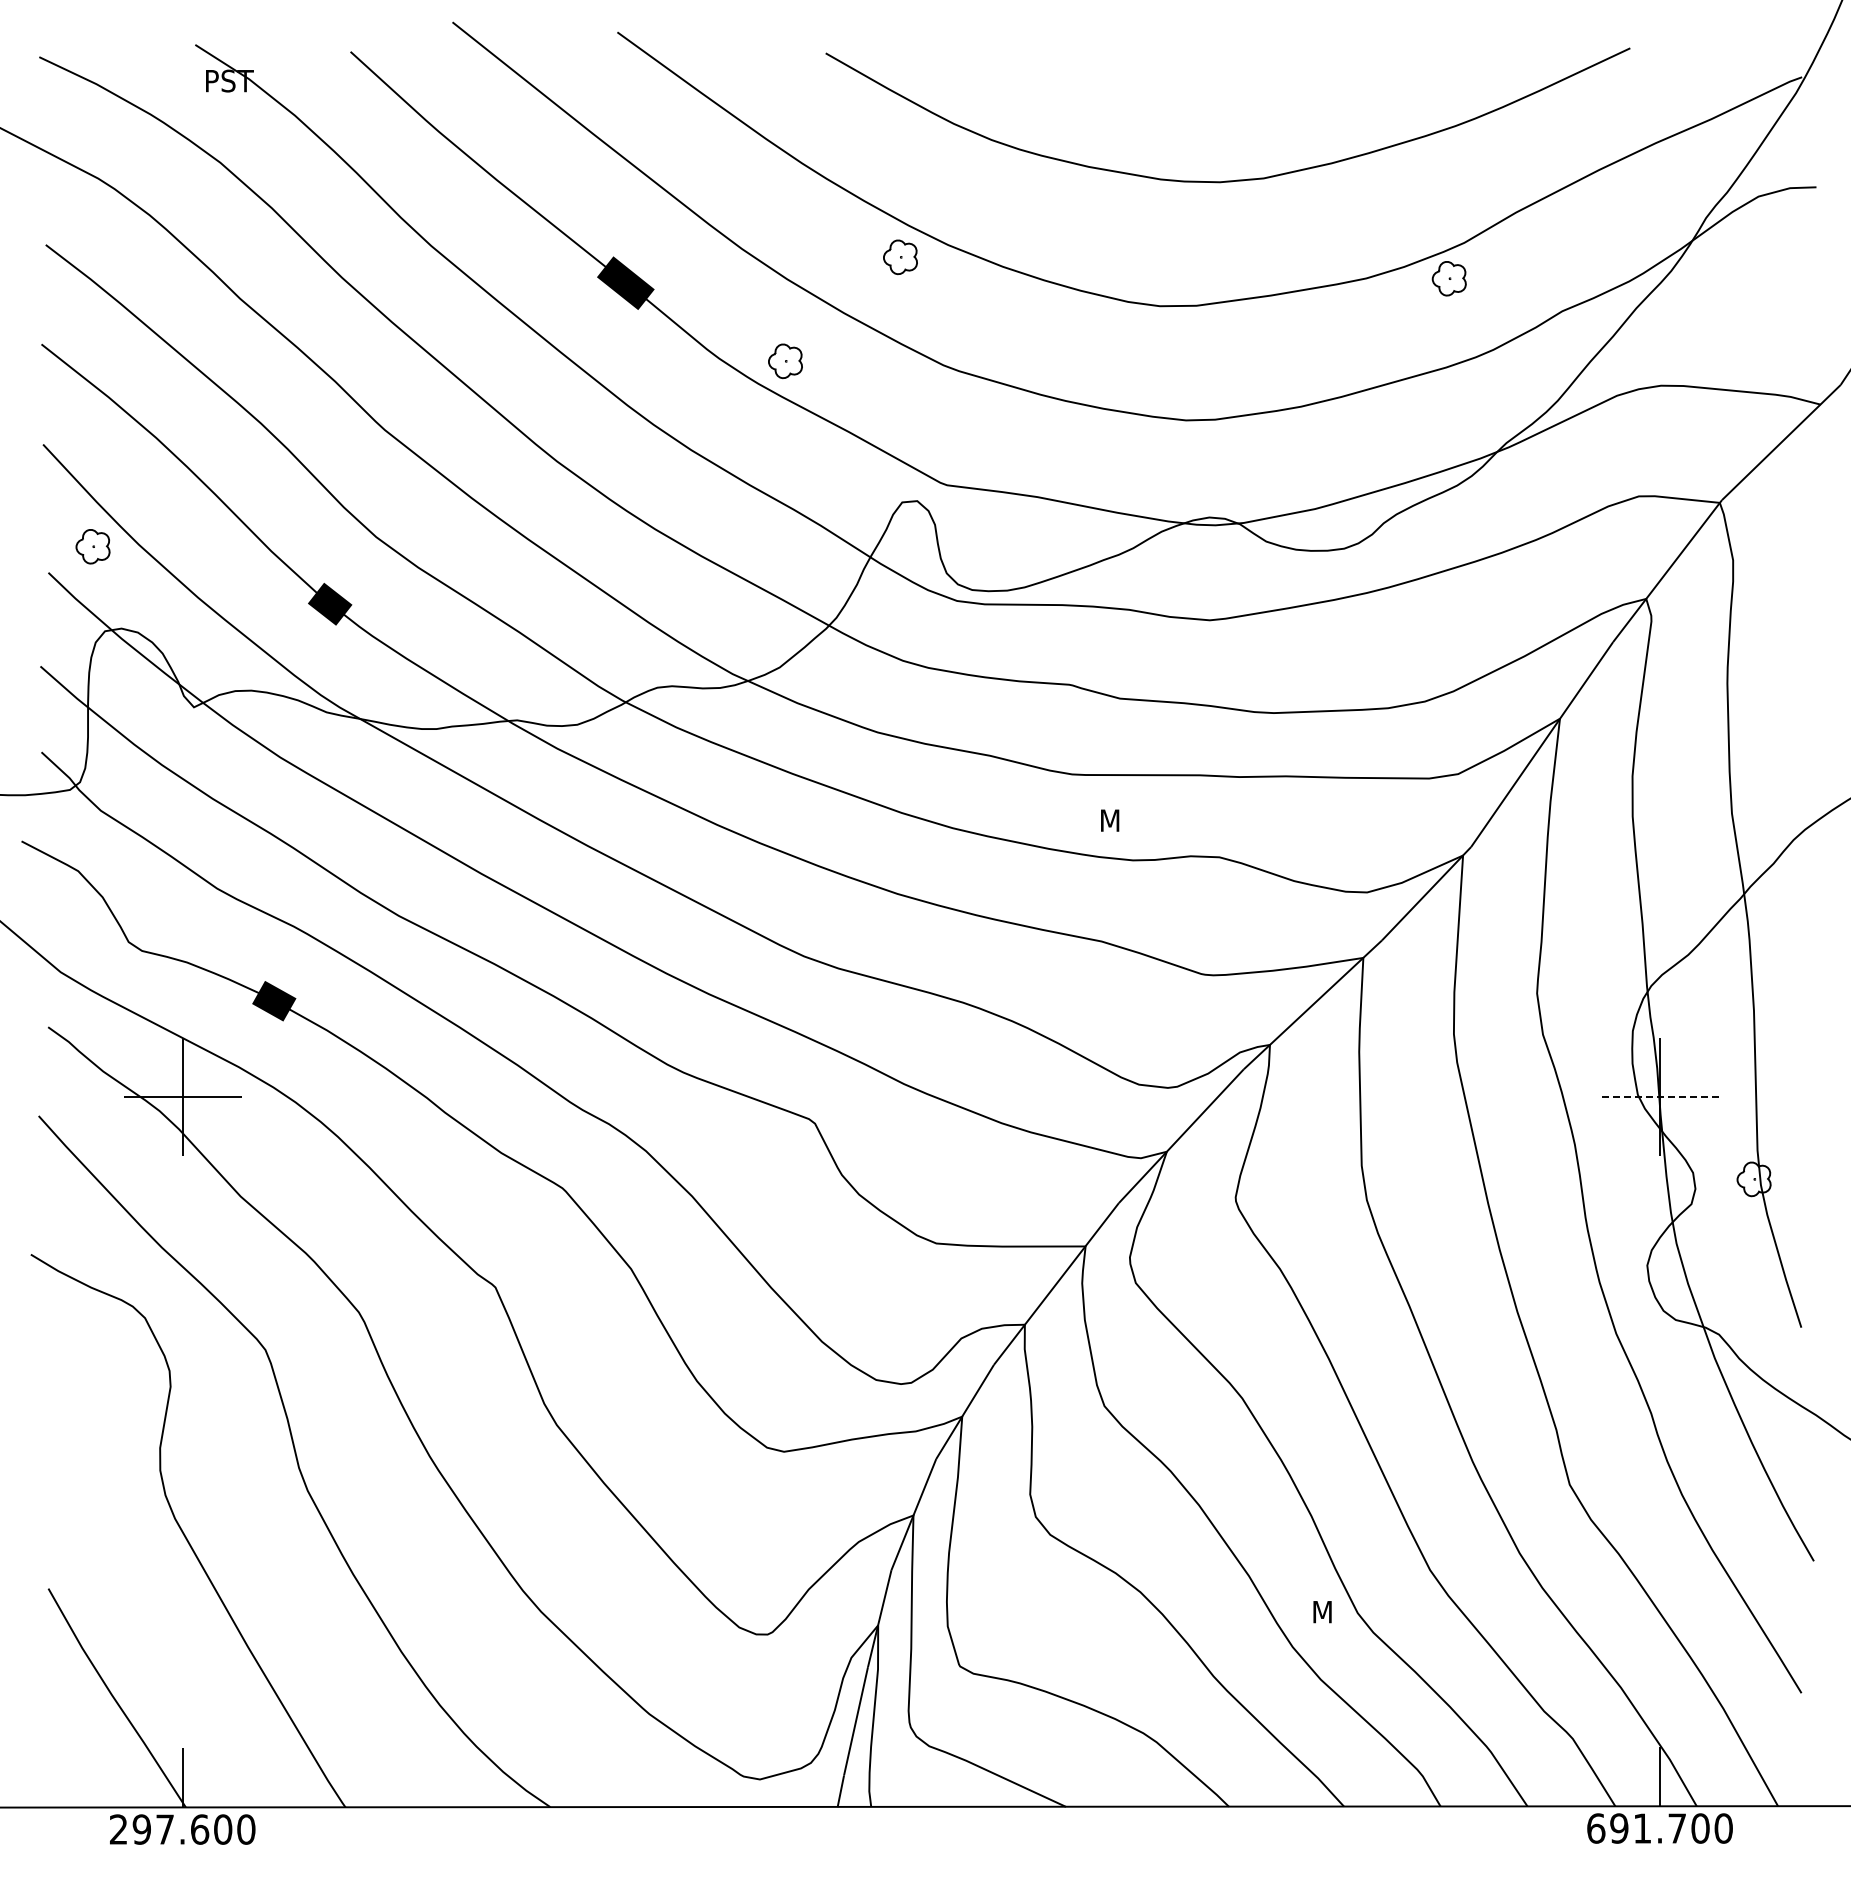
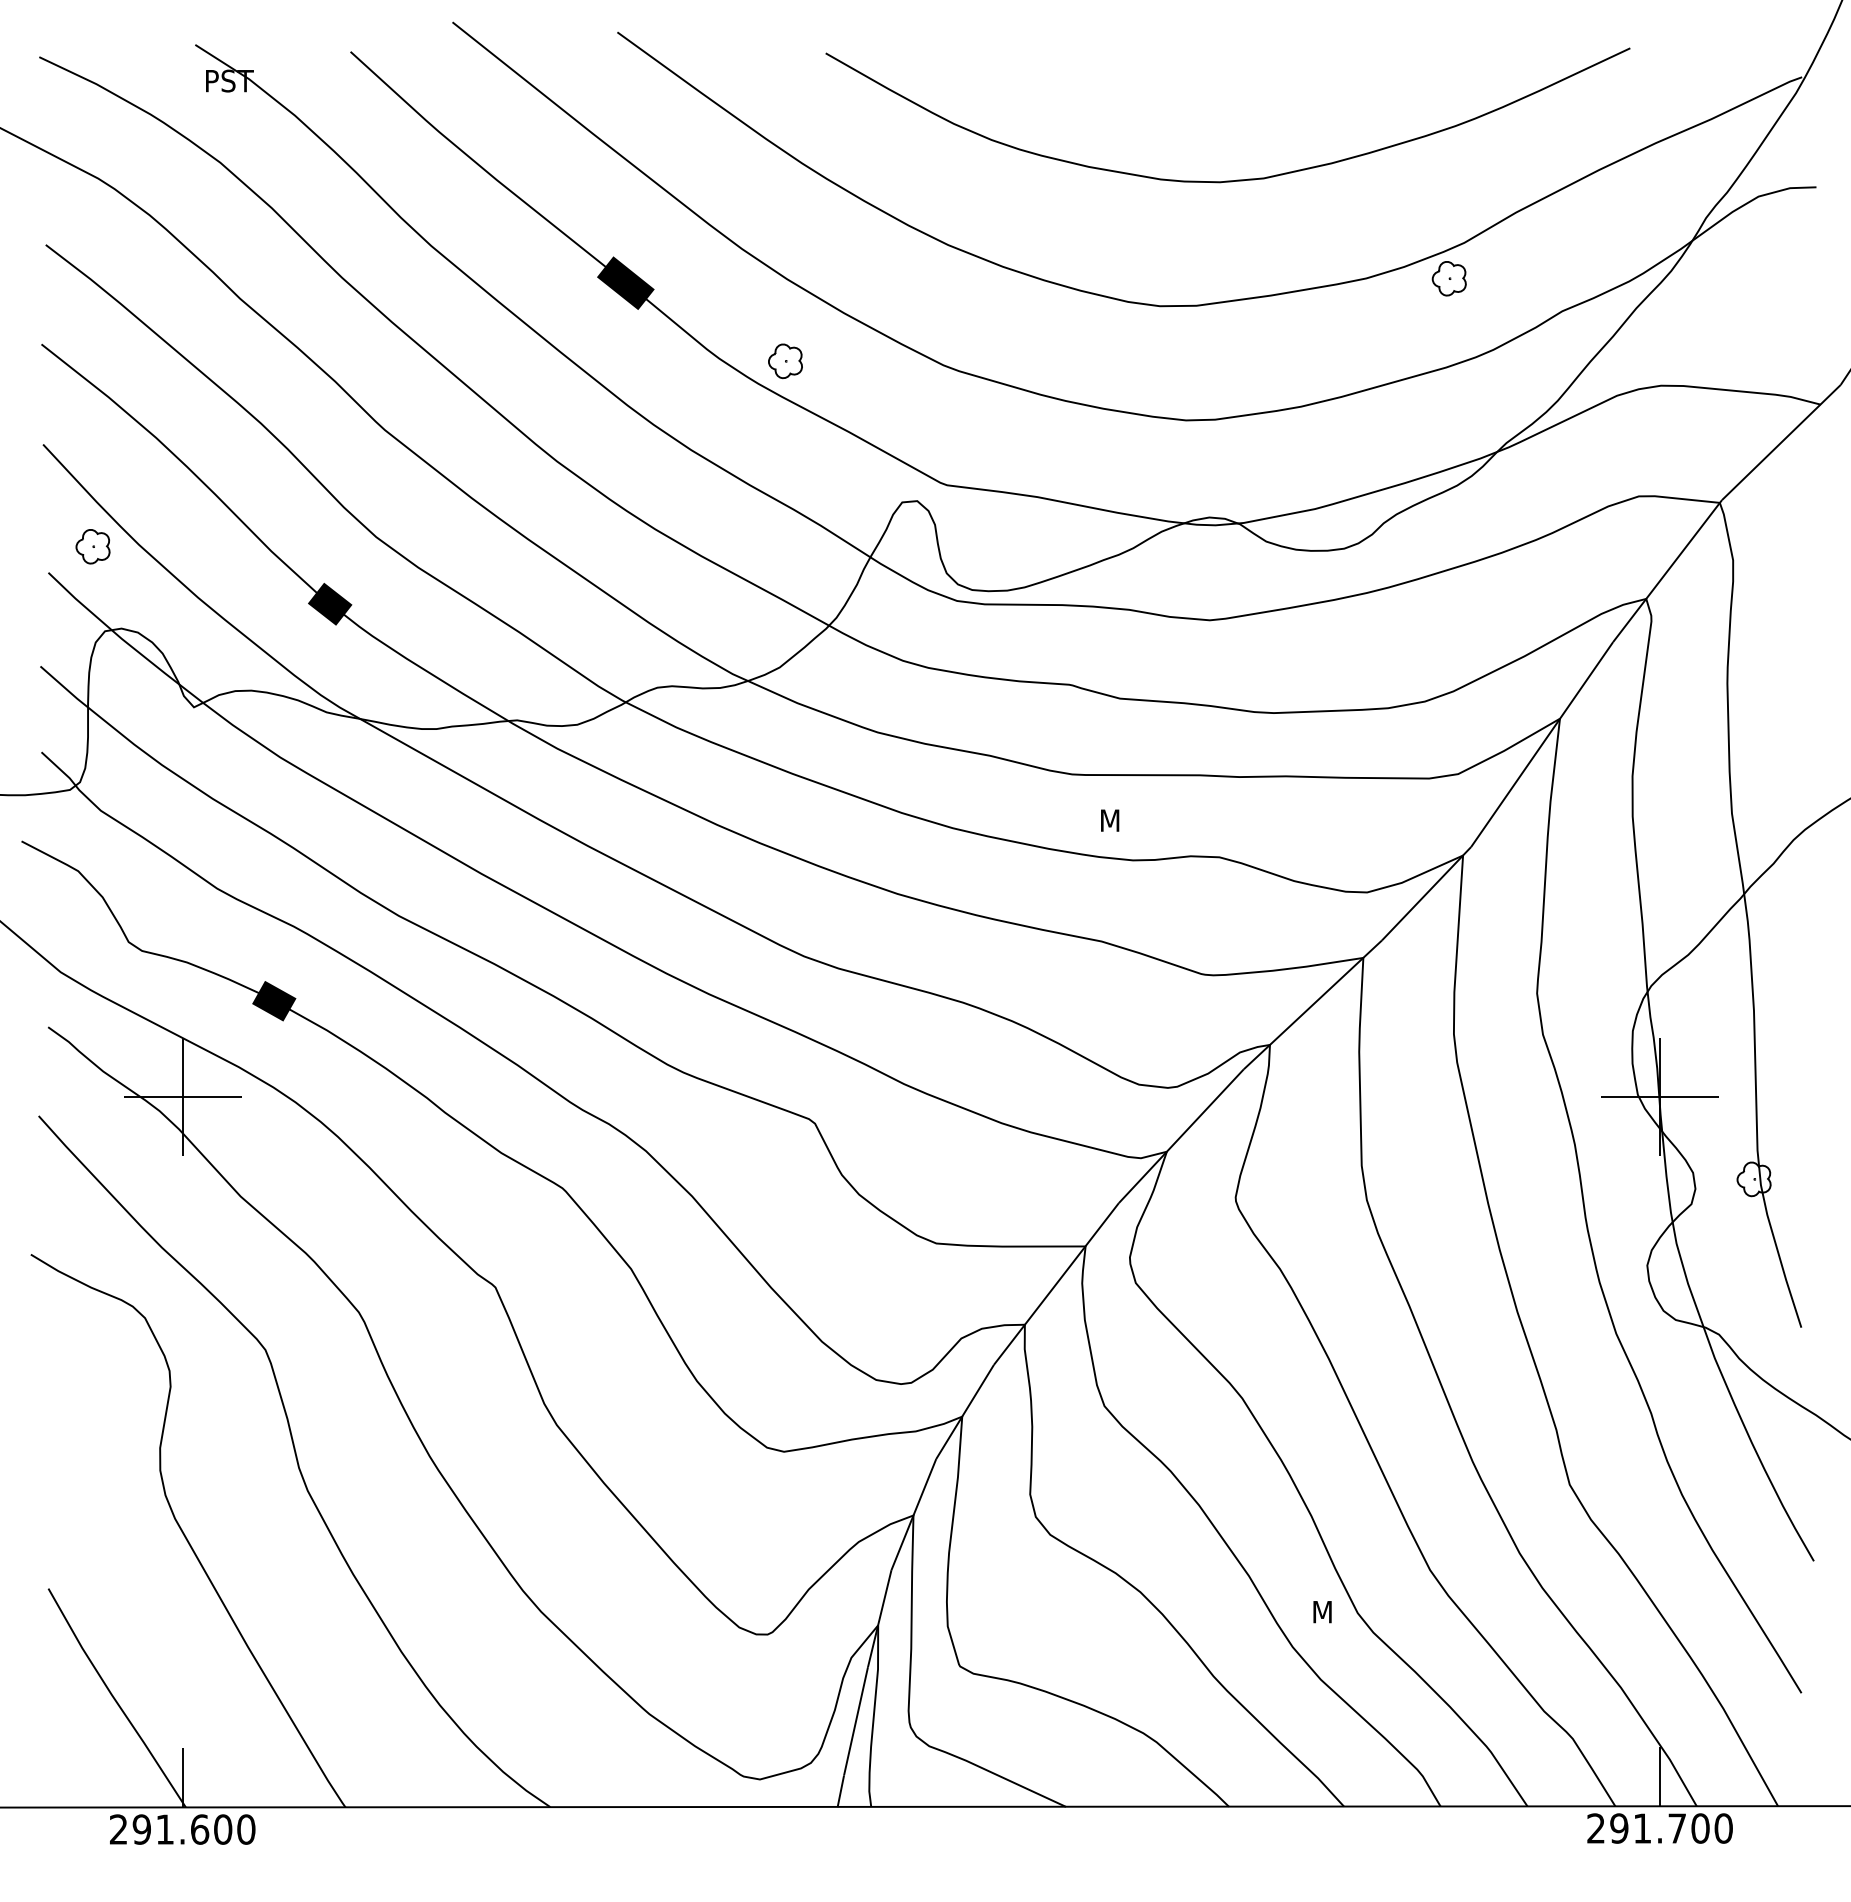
part at (900, 257): present -> none
line at (1659, 1097): dashed -> solid
text at (1596, 1828): 691.700 -> 291.700
text at (164, 1829): 297.600 -> 291.600
